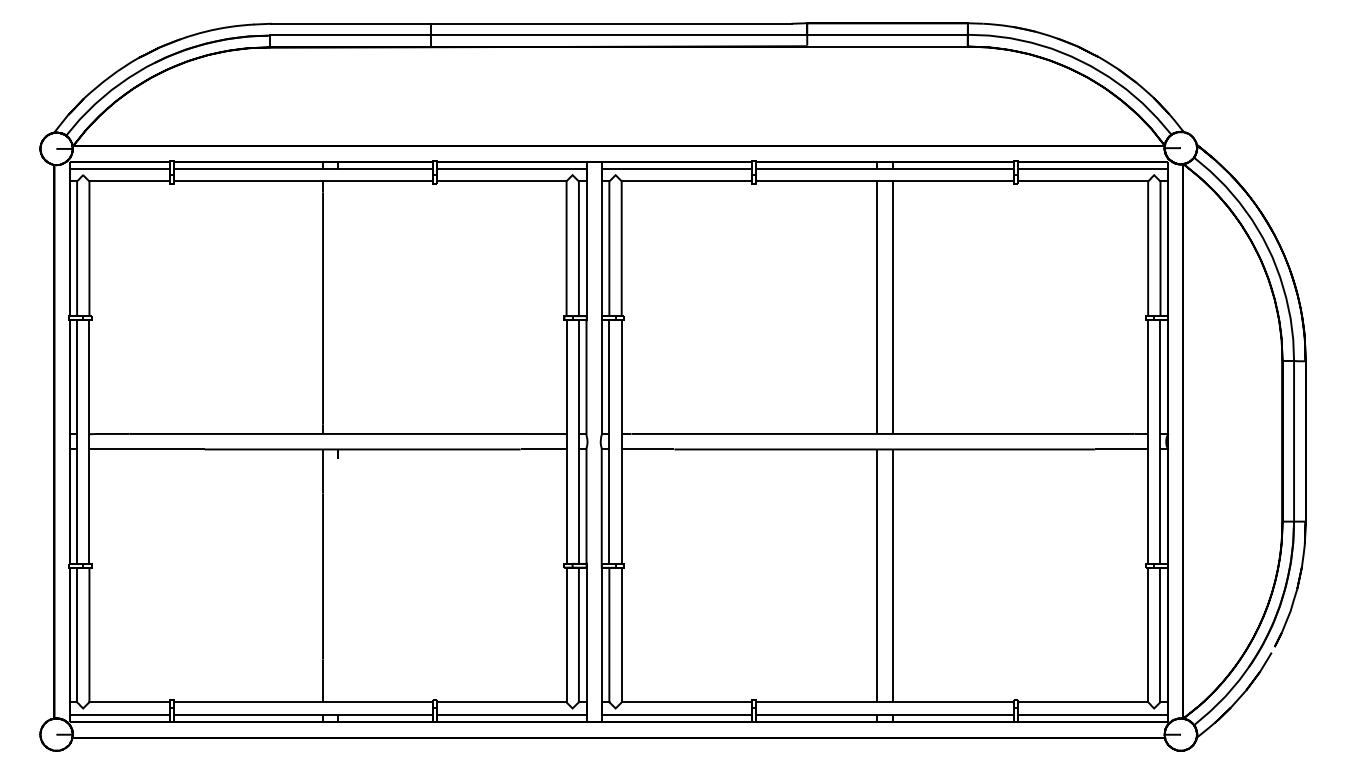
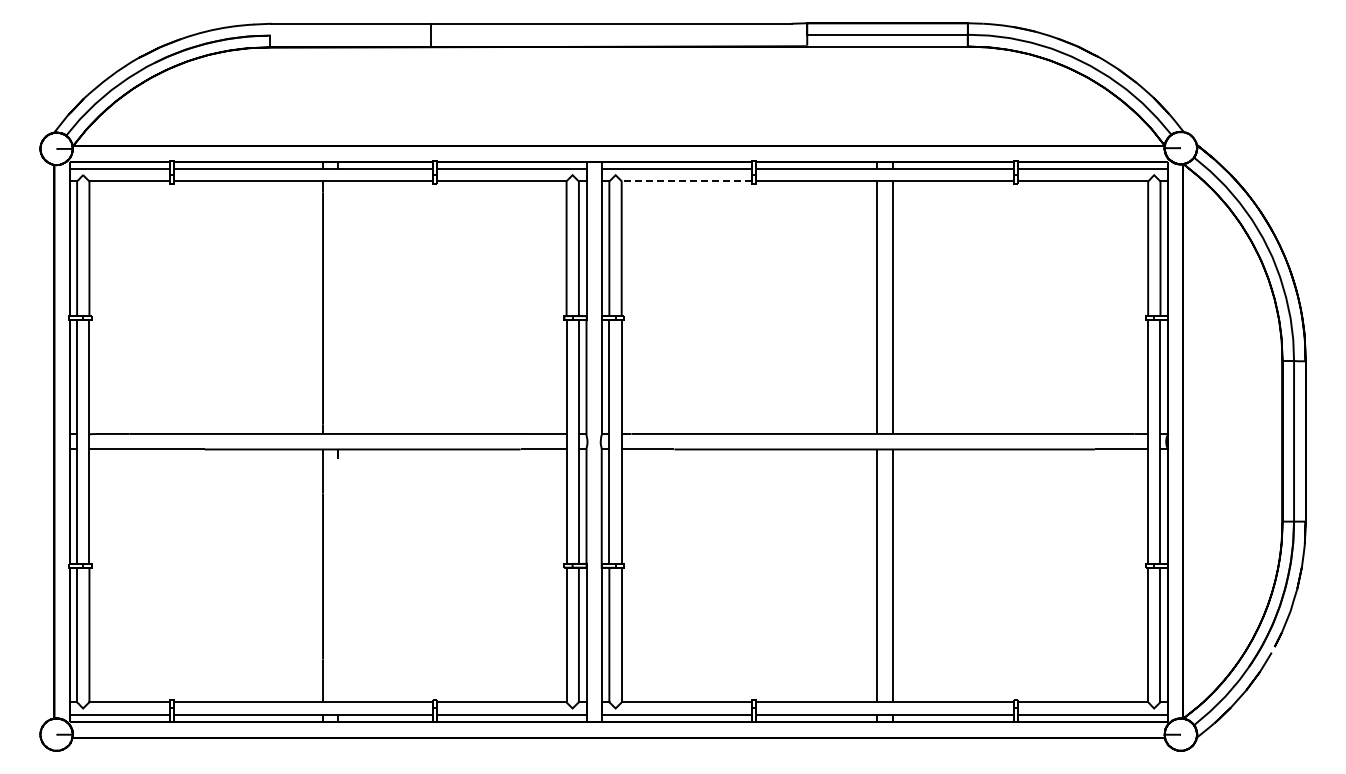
line at (538, 34): present -> none
line at (687, 181): solid -> dashed
